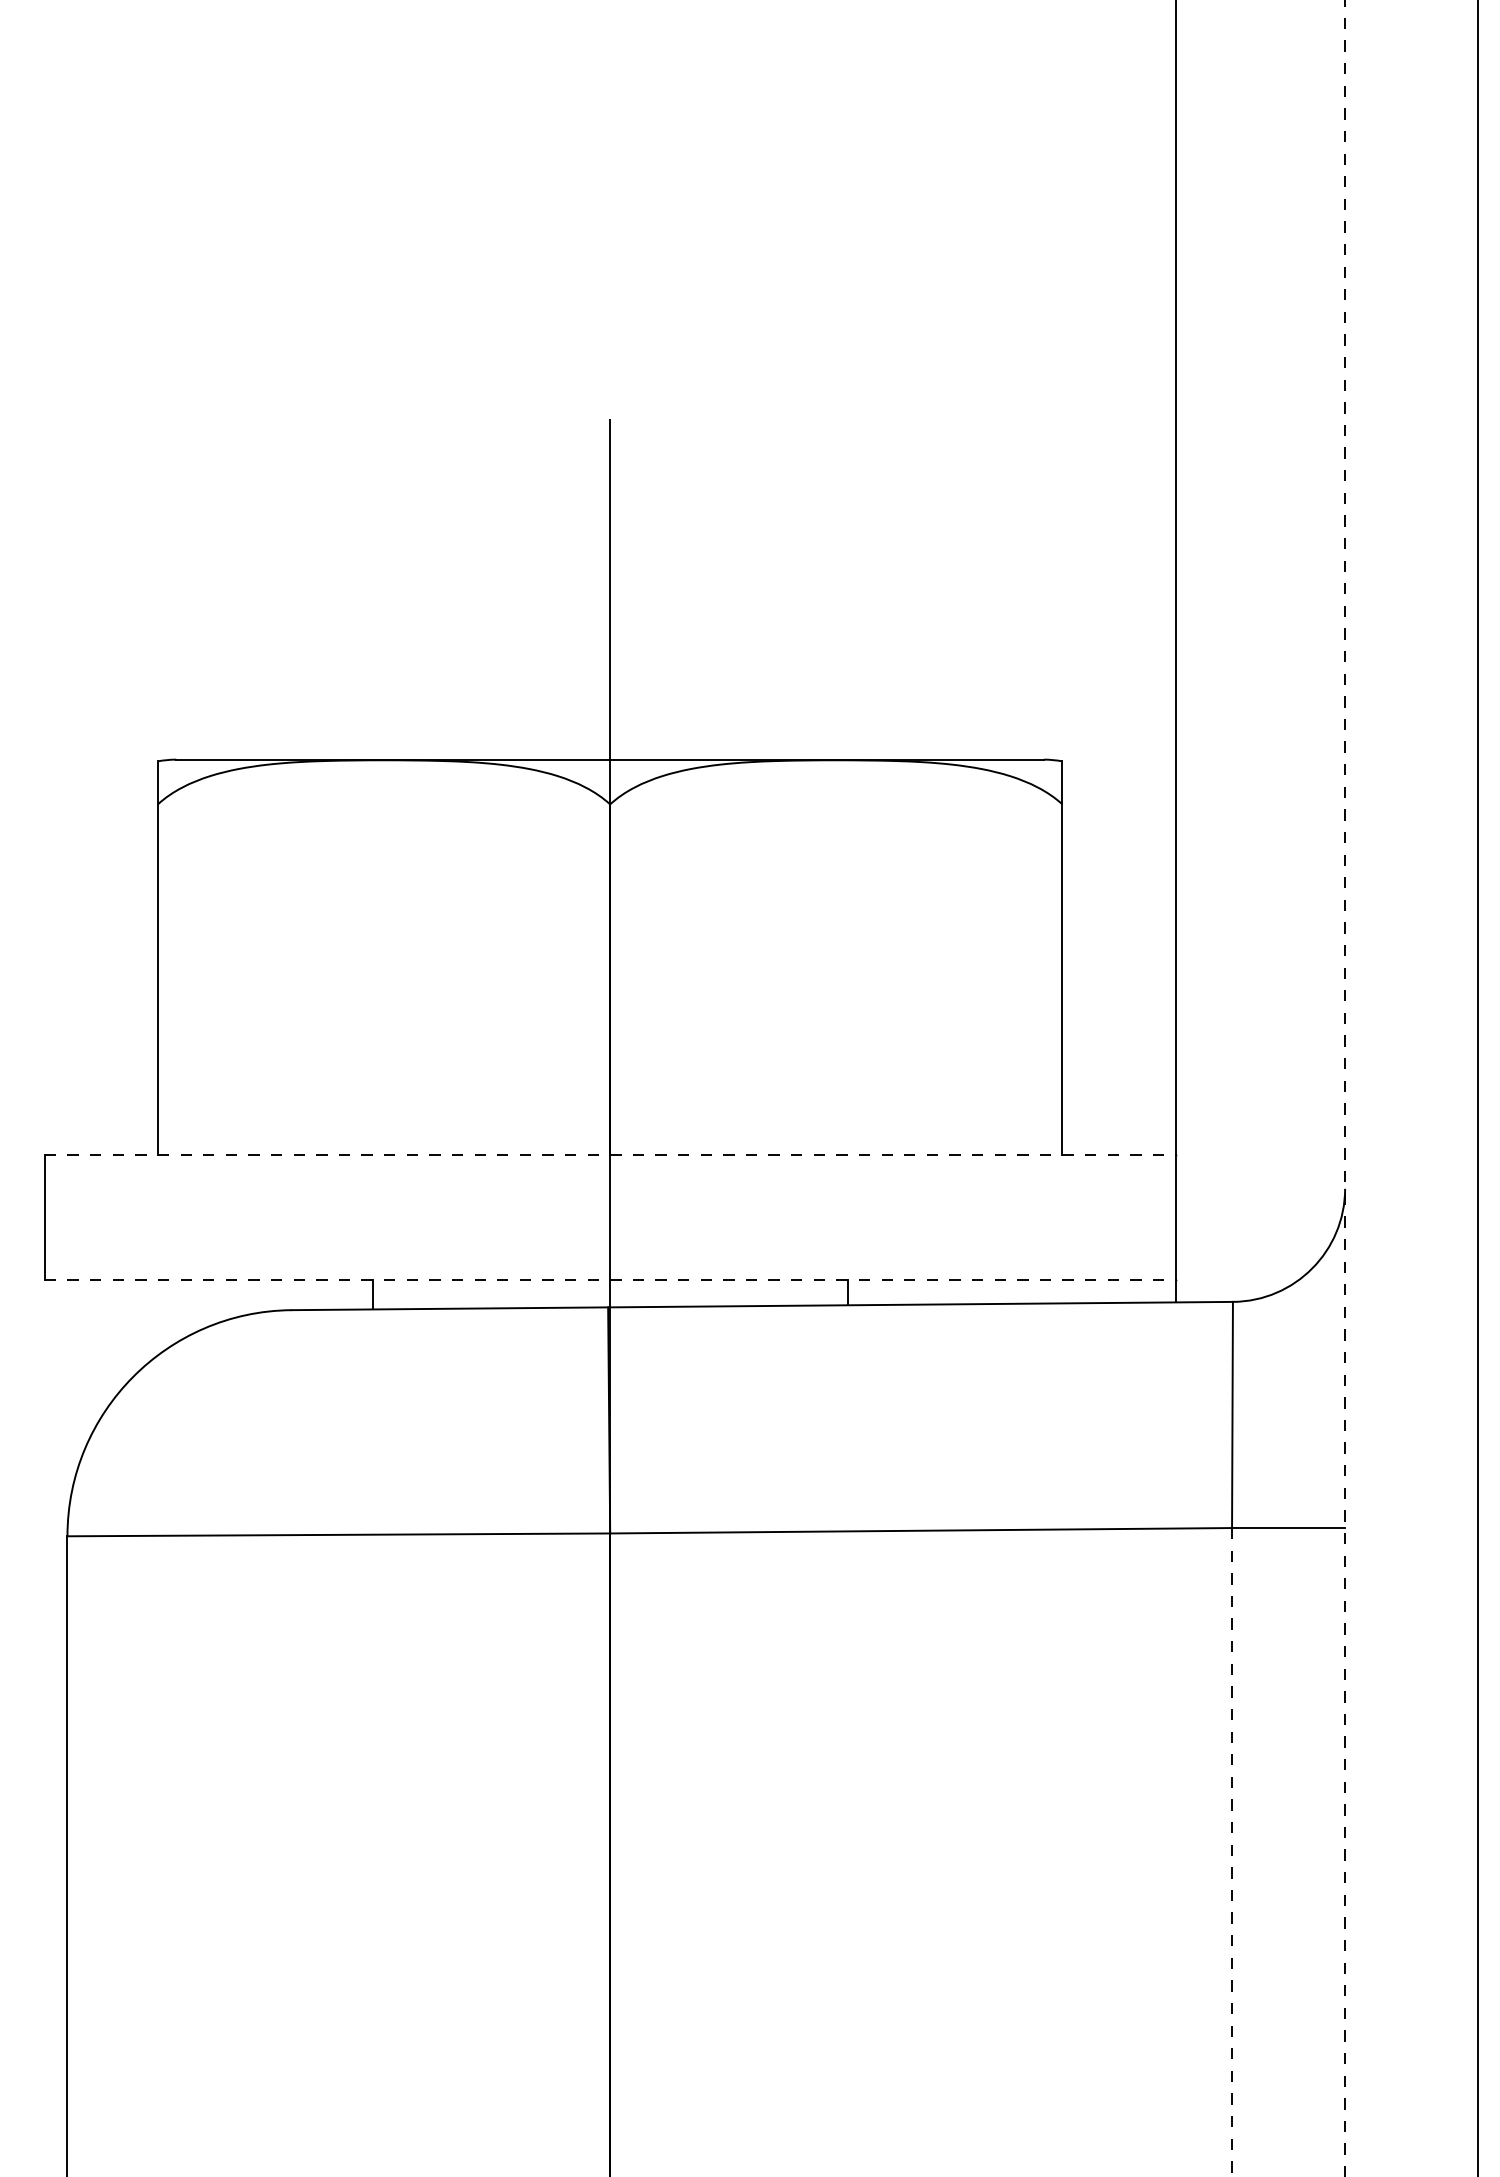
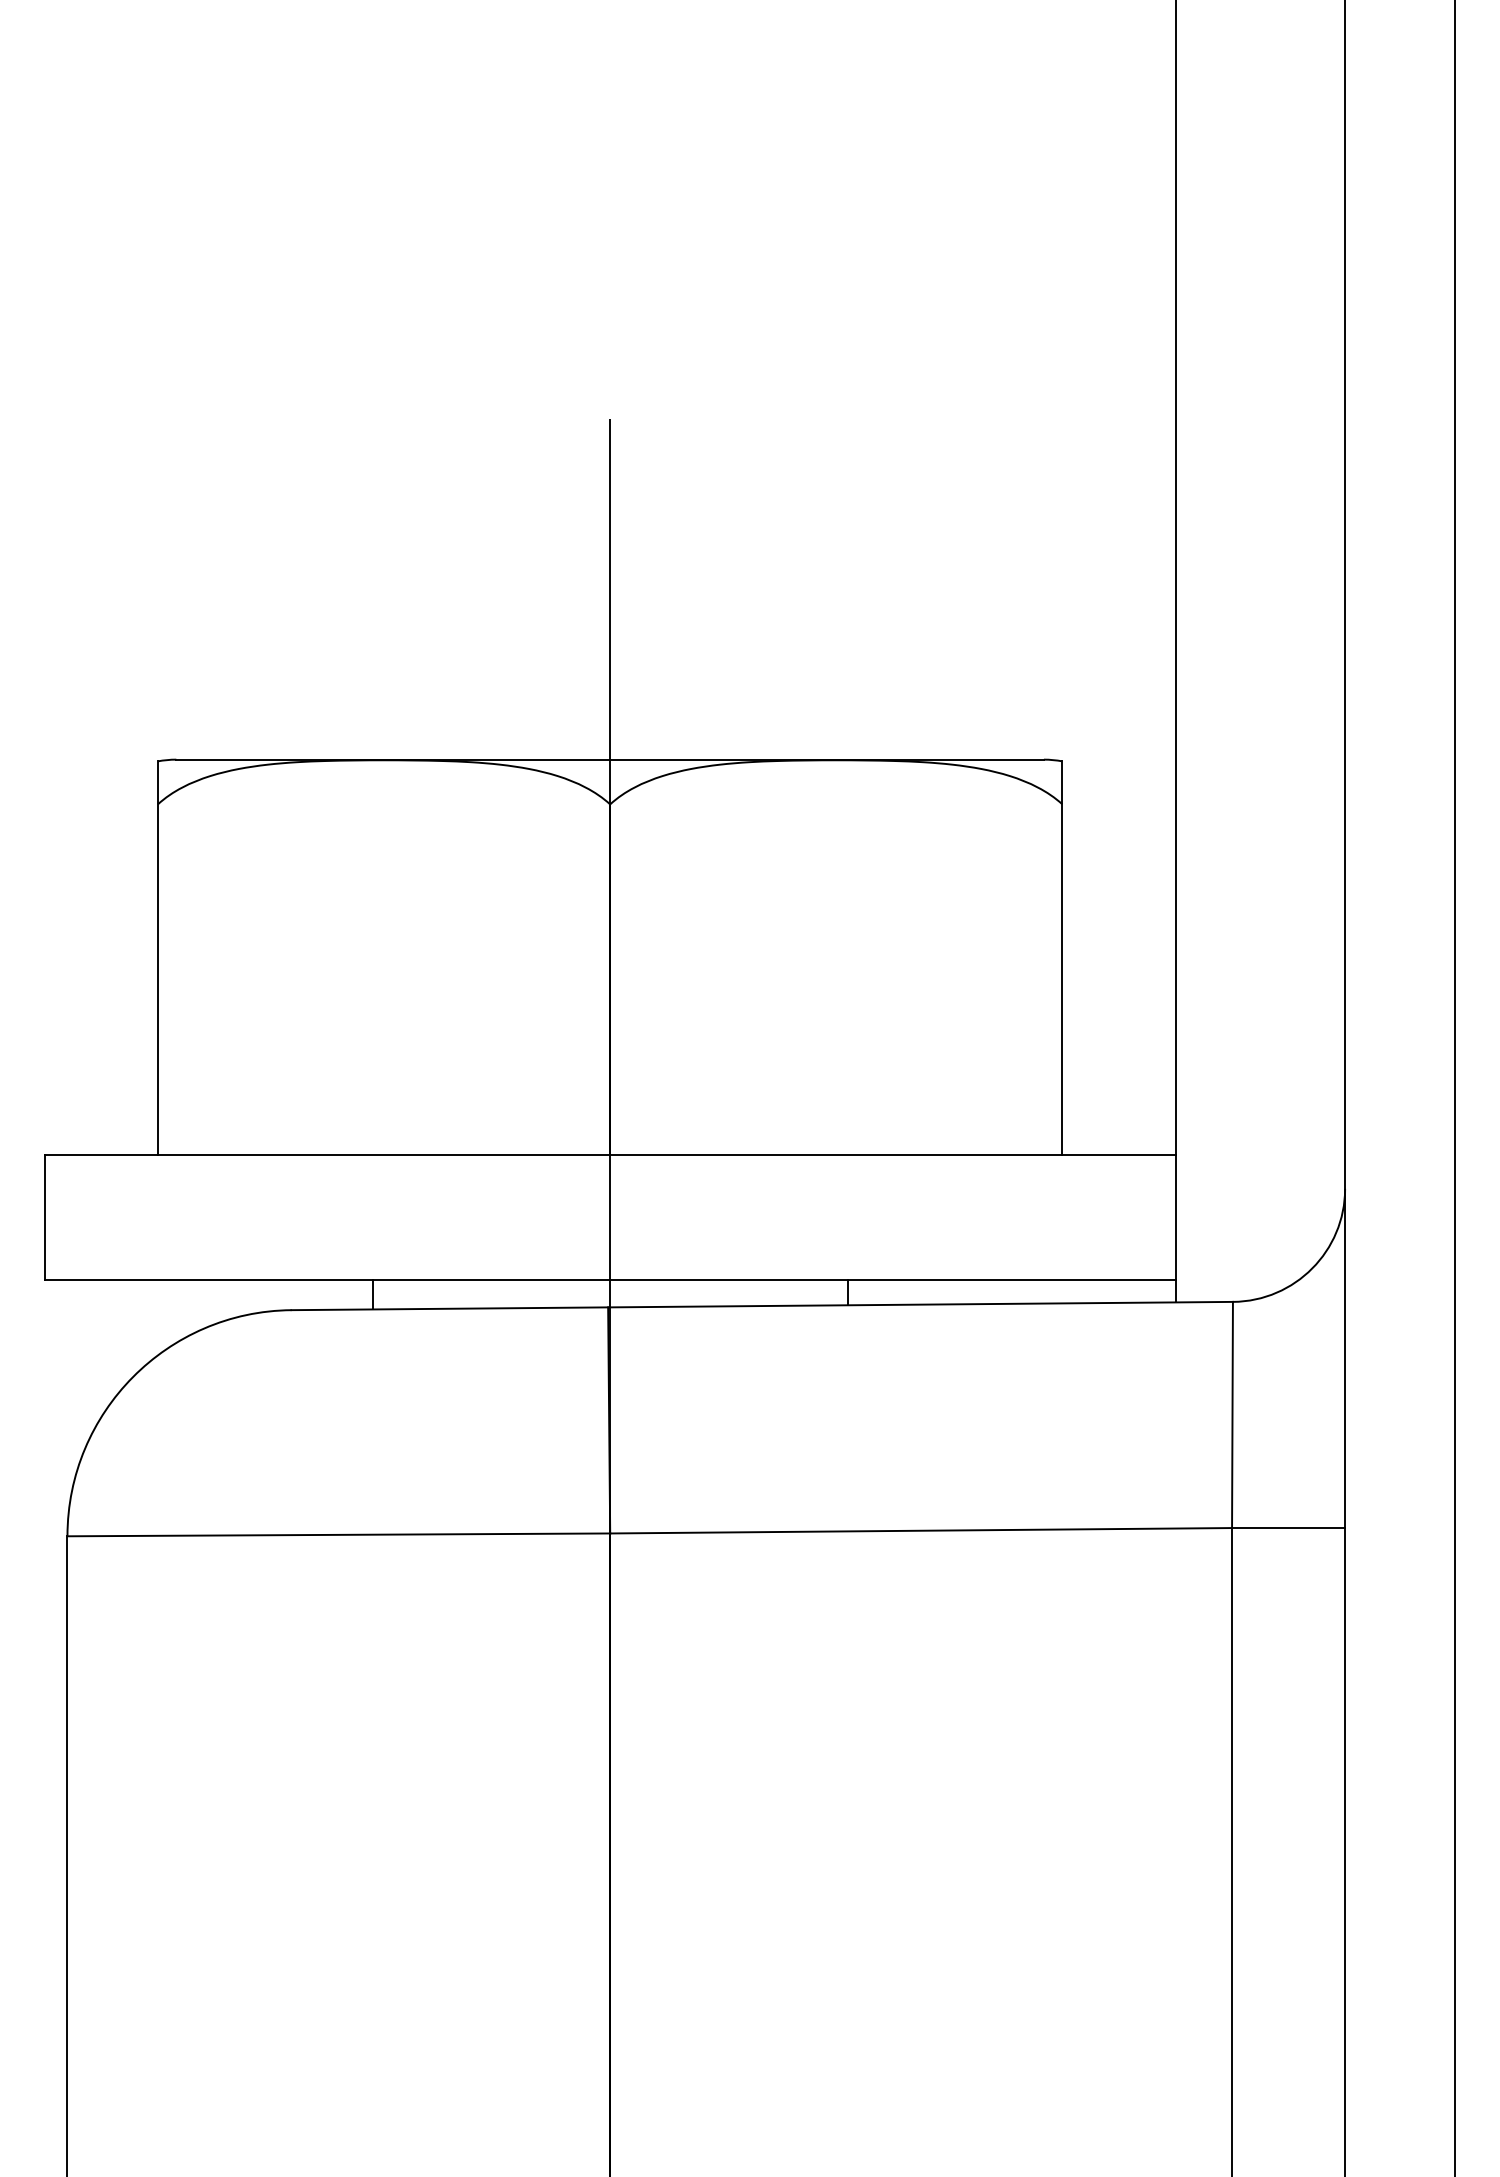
line at (1478, 1087) position: (1478, 1087) -> (1455, 1087)
line at (1345, 1088): dashed -> solid
line at (610, 1155): dashed -> solid
line at (610, 1279): dashed -> solid
line at (1232, 1852): dashed -> solid
